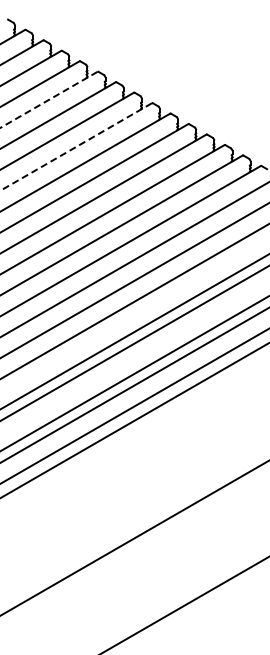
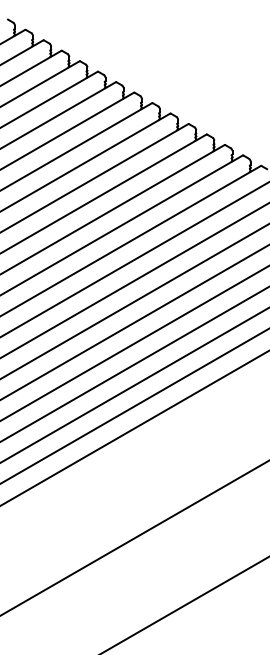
line at (49, 99): dashed -> solid
line at (75, 147): dashed -> solid
line at (134, 331) position: (134, 331) -> (134, 322)
line at (134, 373) position: (134, 373) -> (134, 364)
line at (134, 420) position: (134, 420) -> (134, 428)
